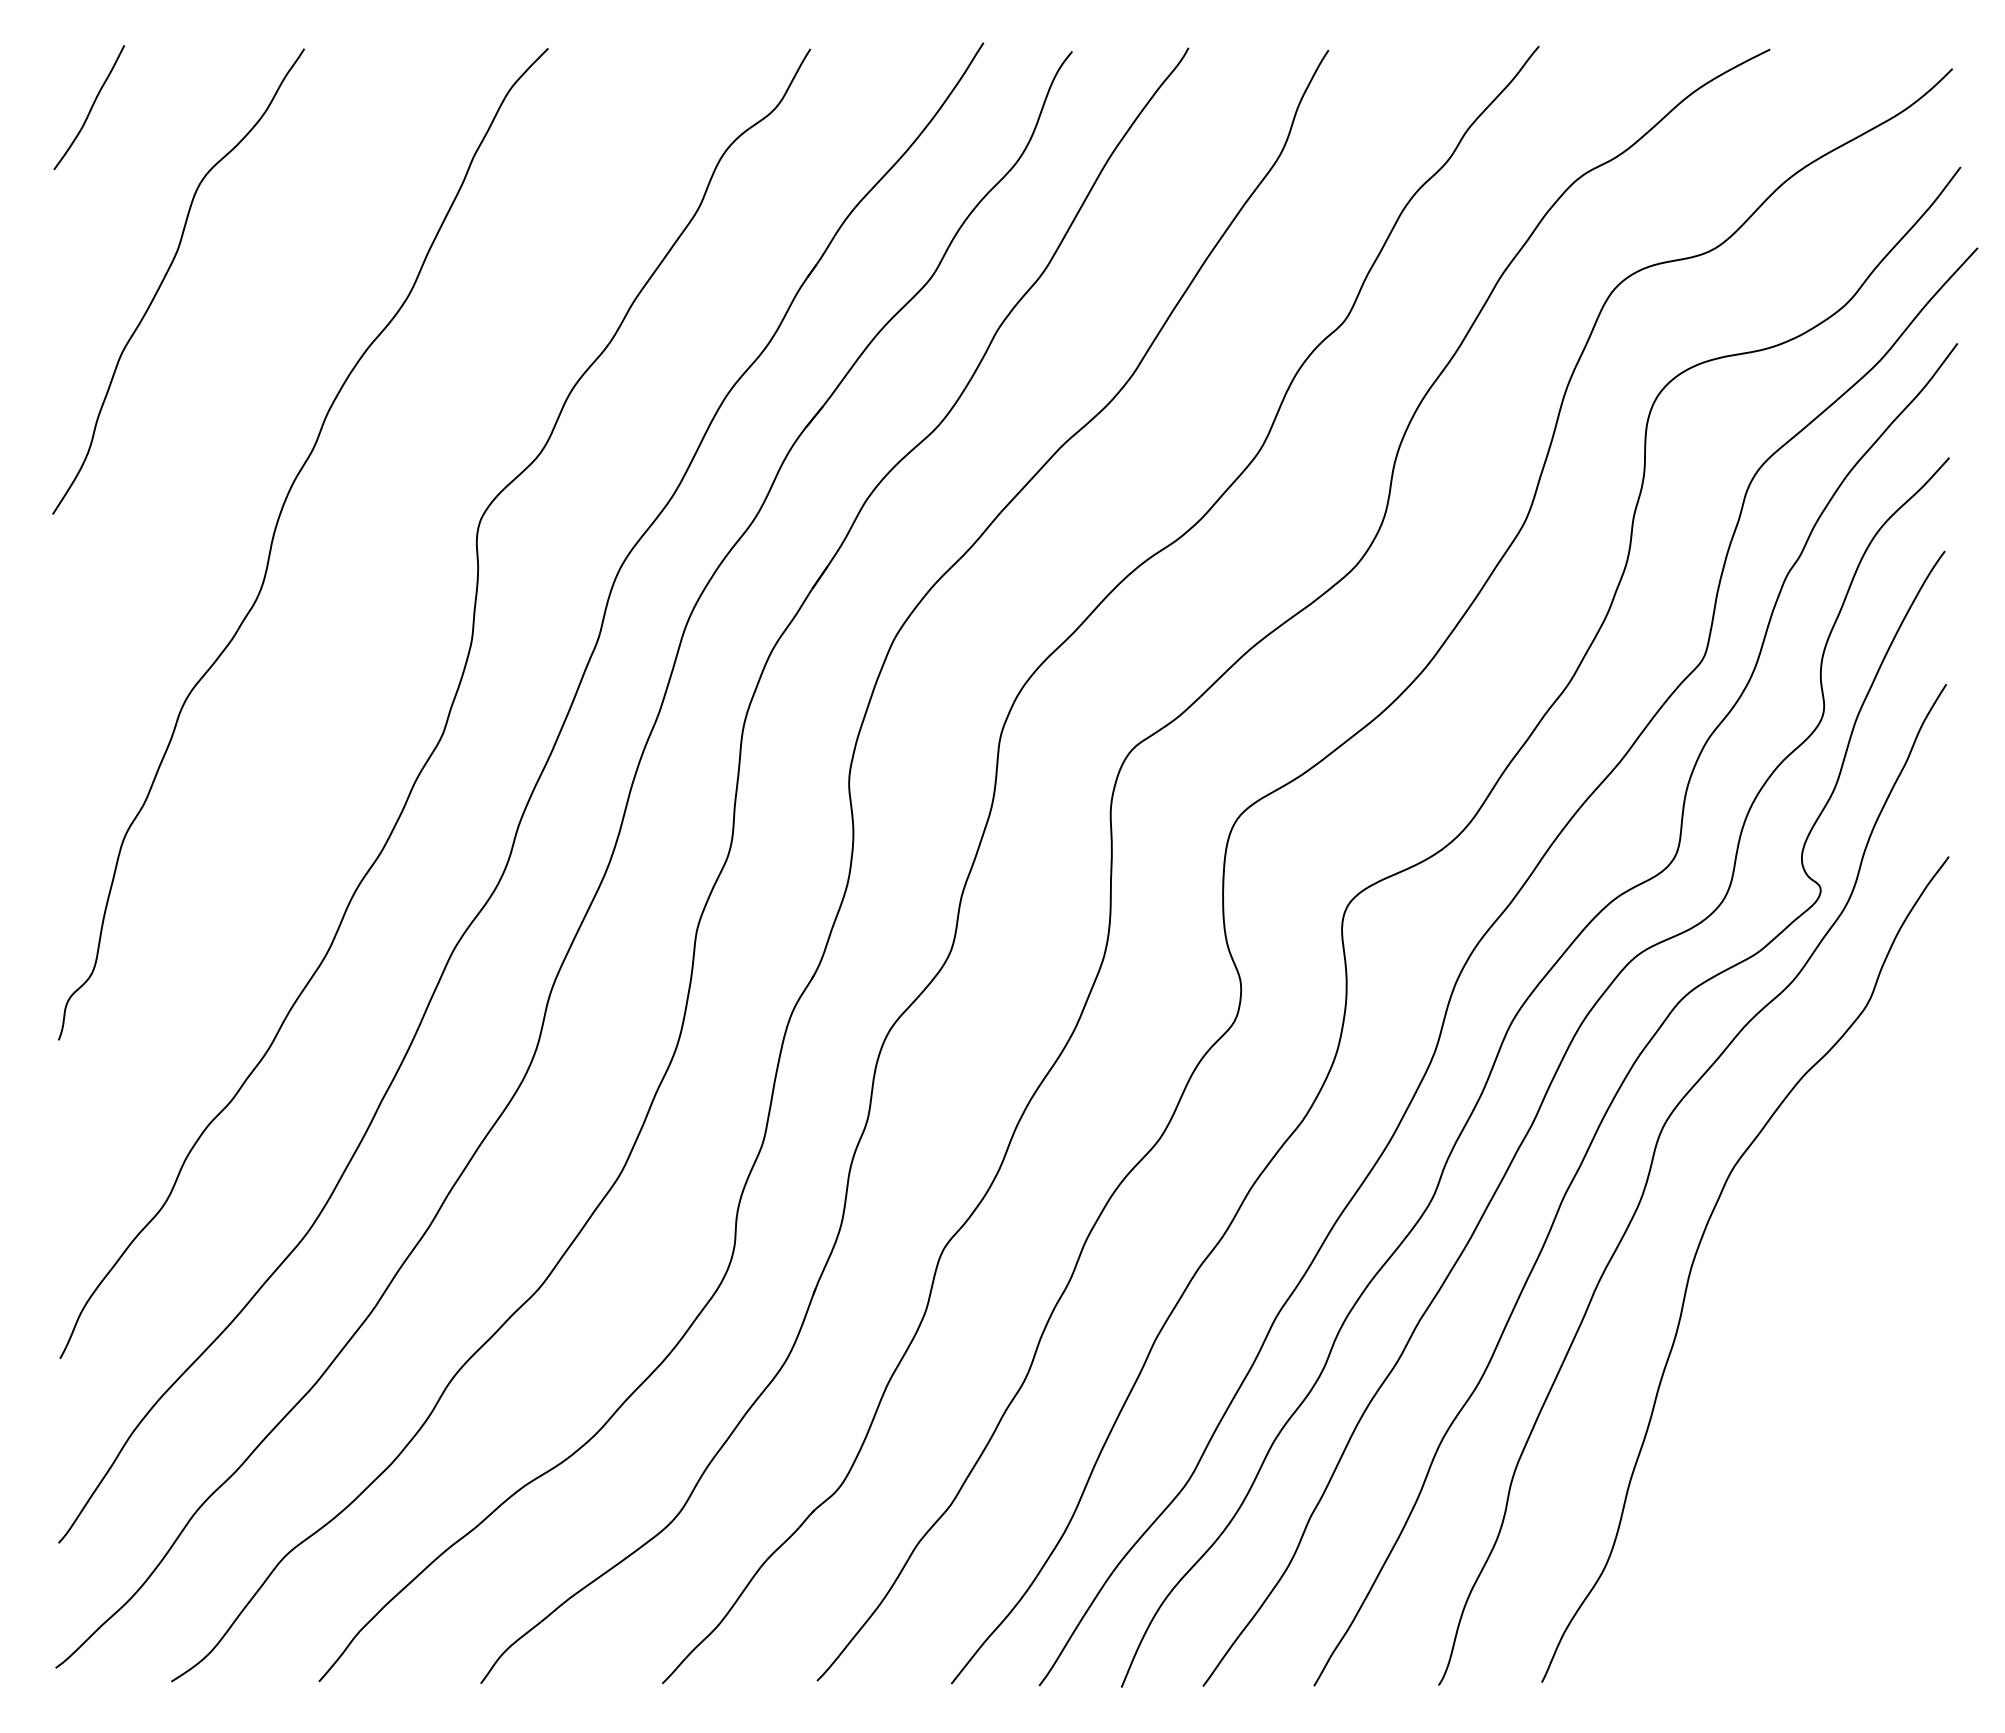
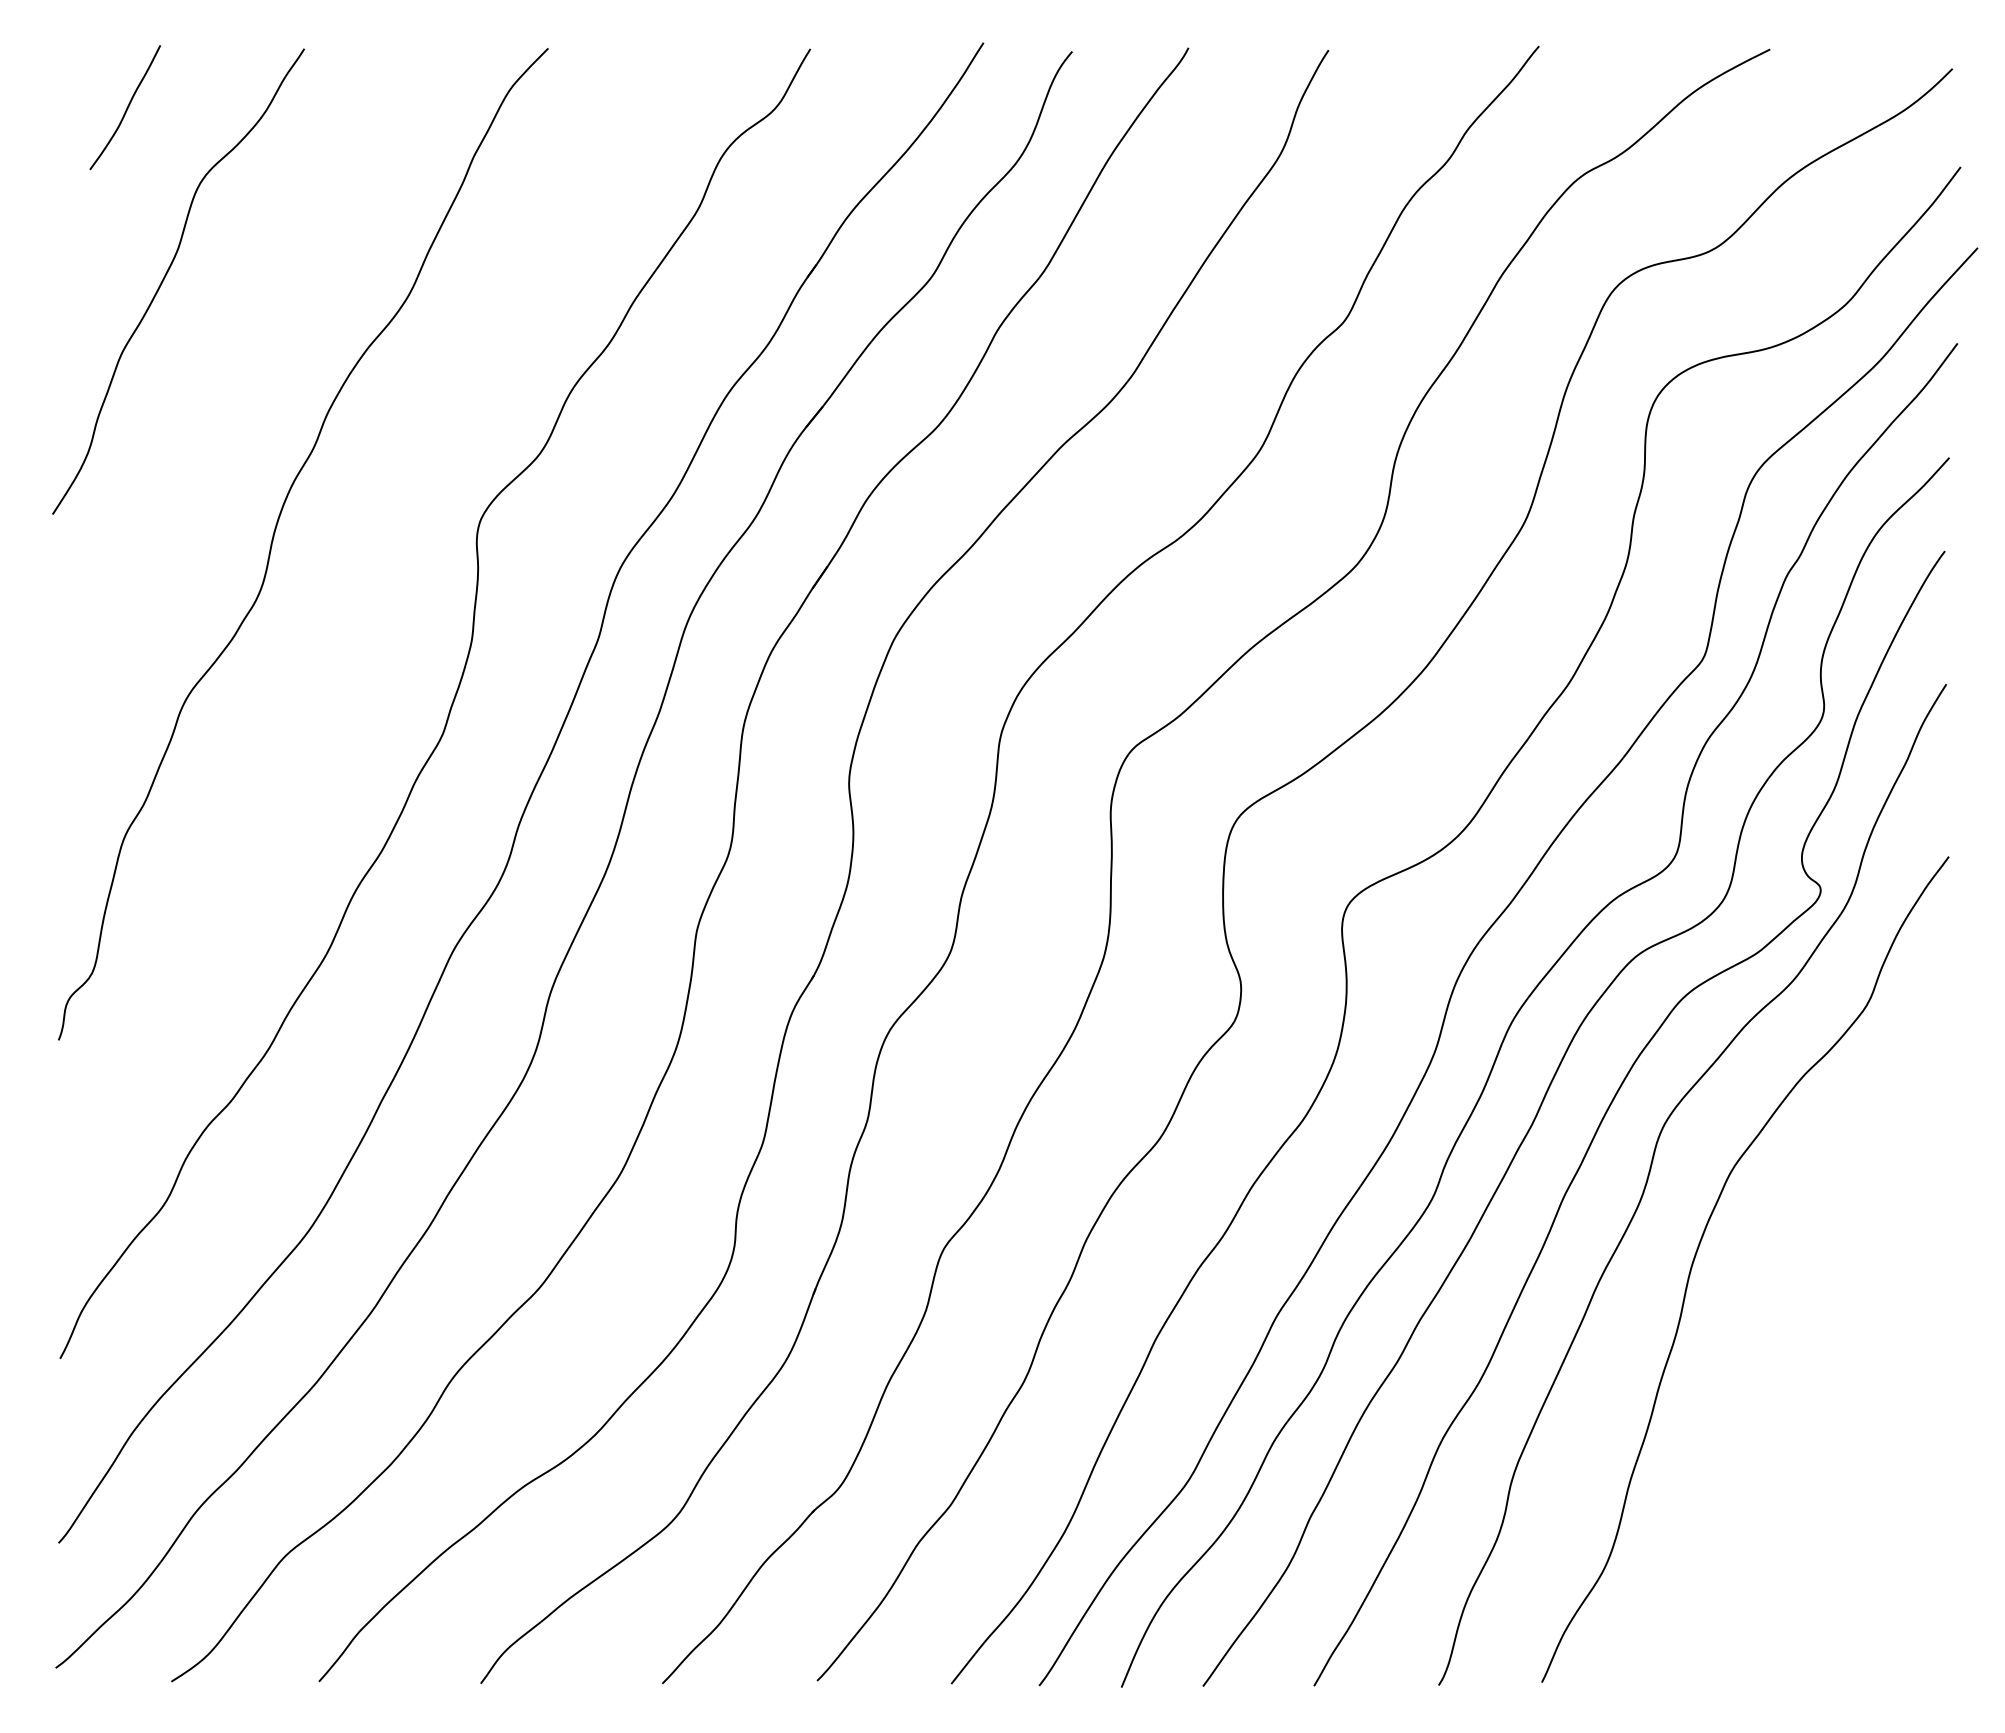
curve at (90, 107) position: (90, 107) -> (126, 107)
